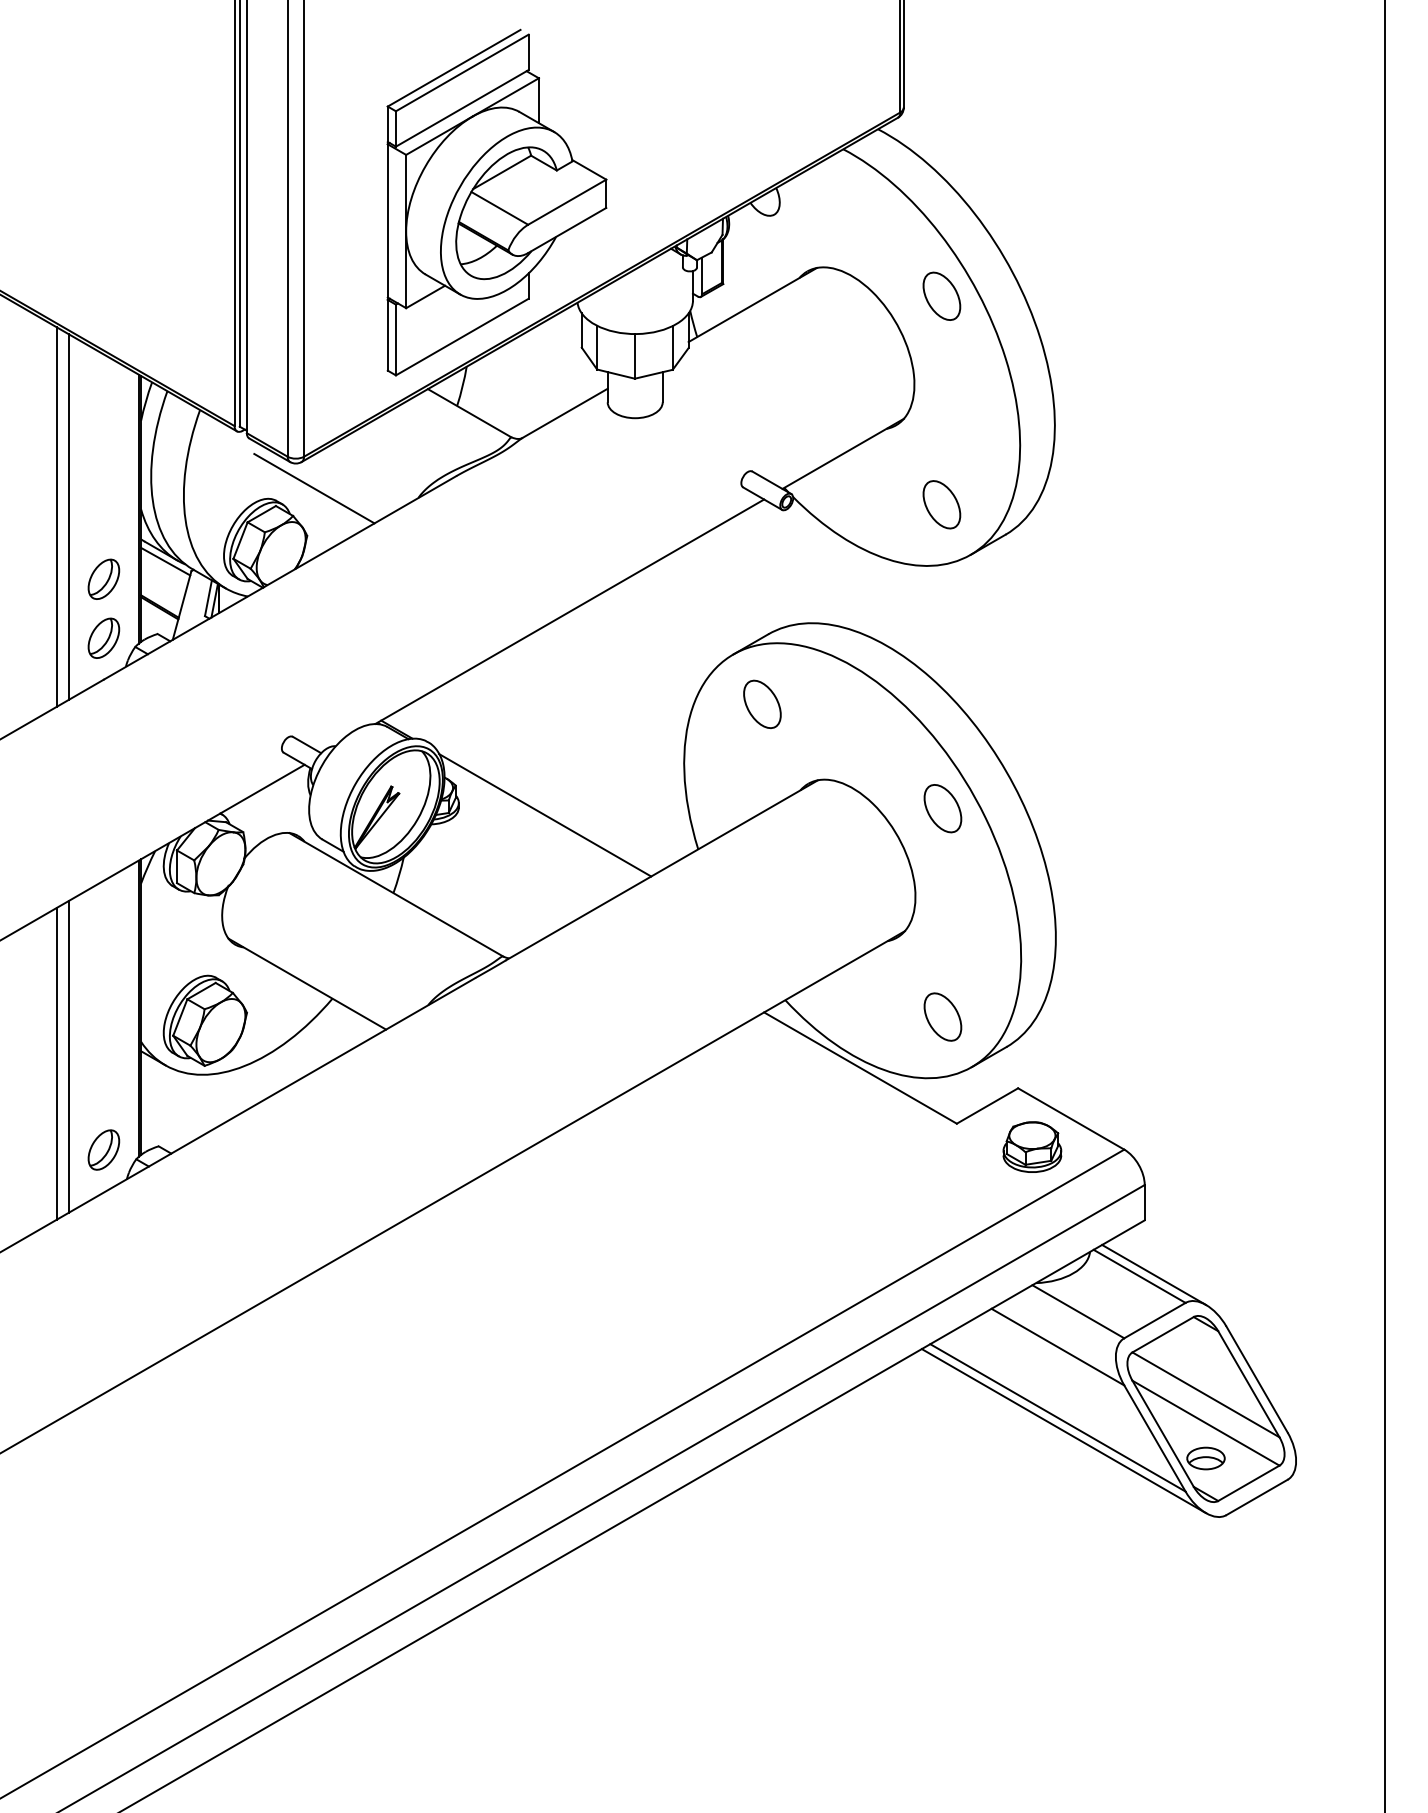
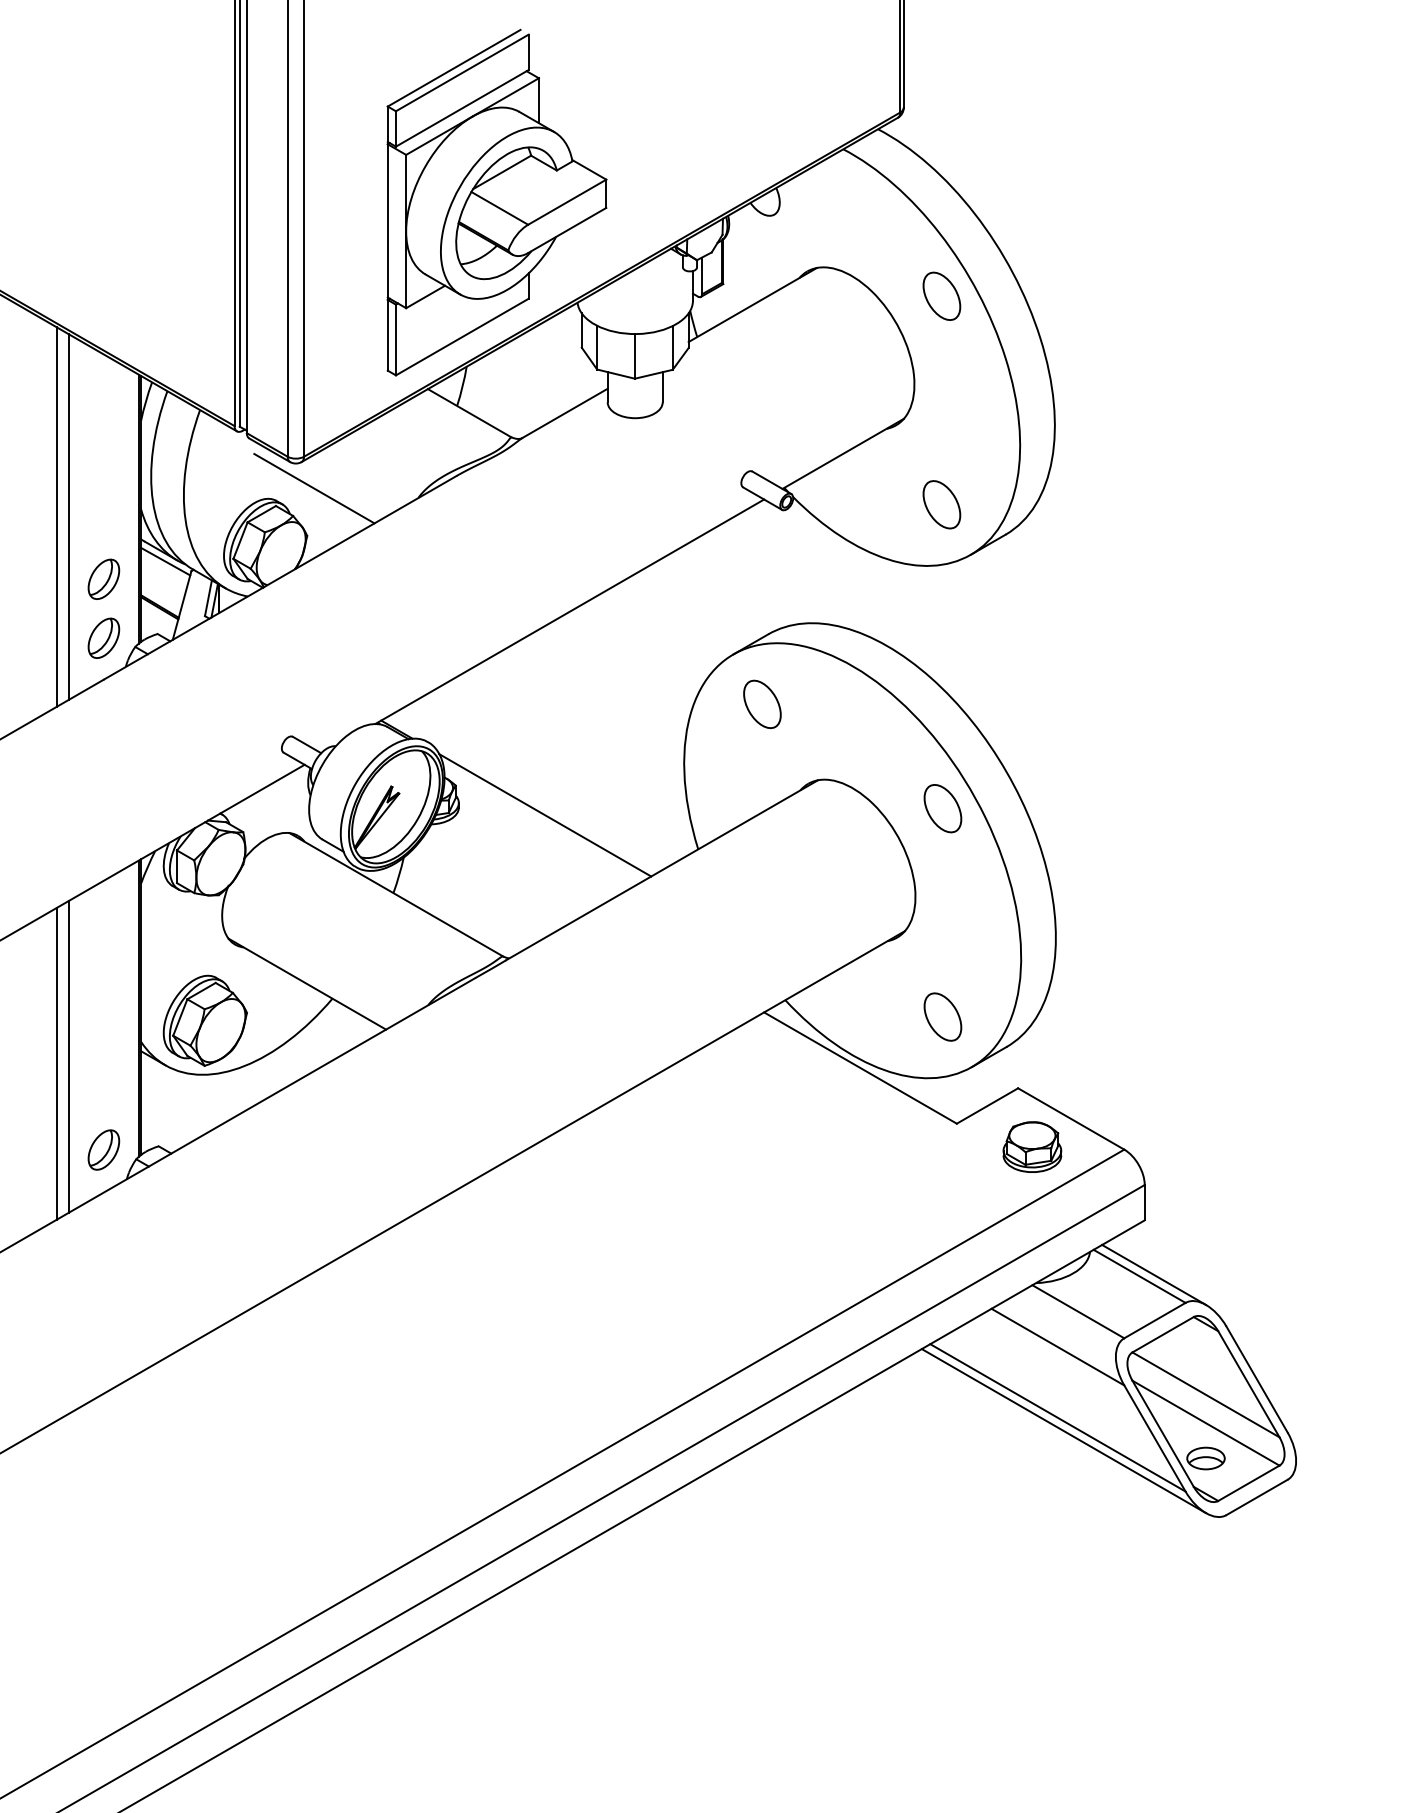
line at (1385, 905): present -> none
